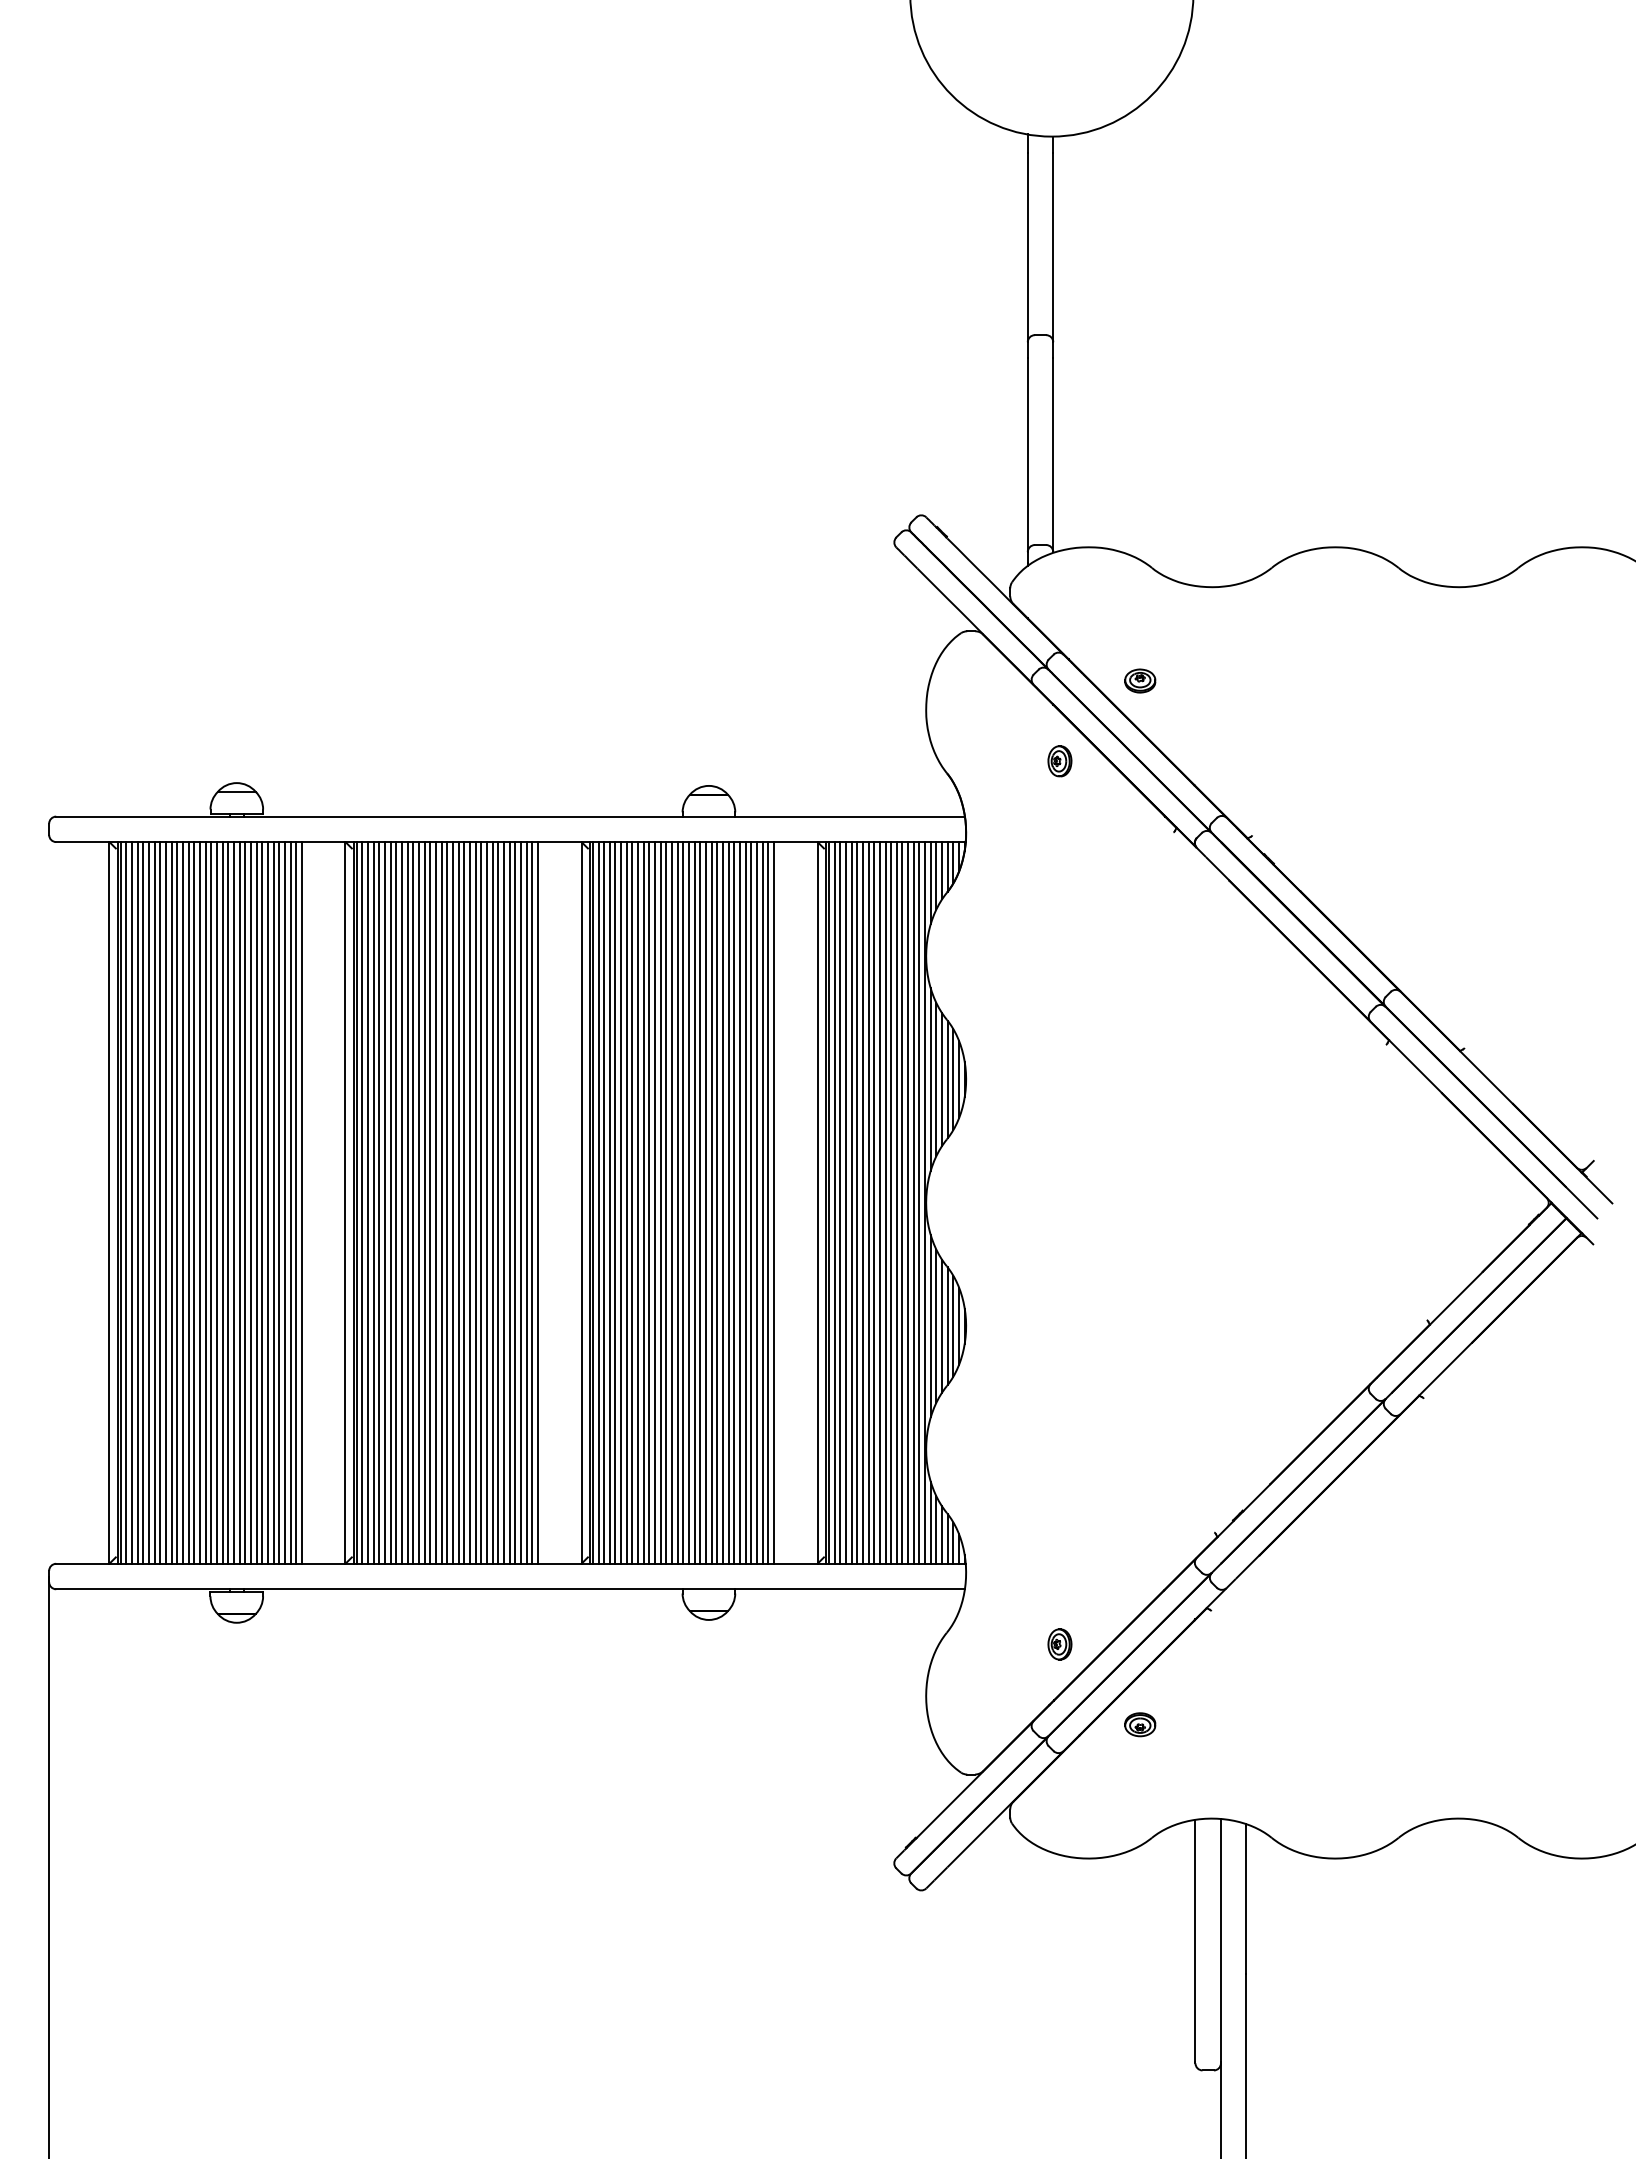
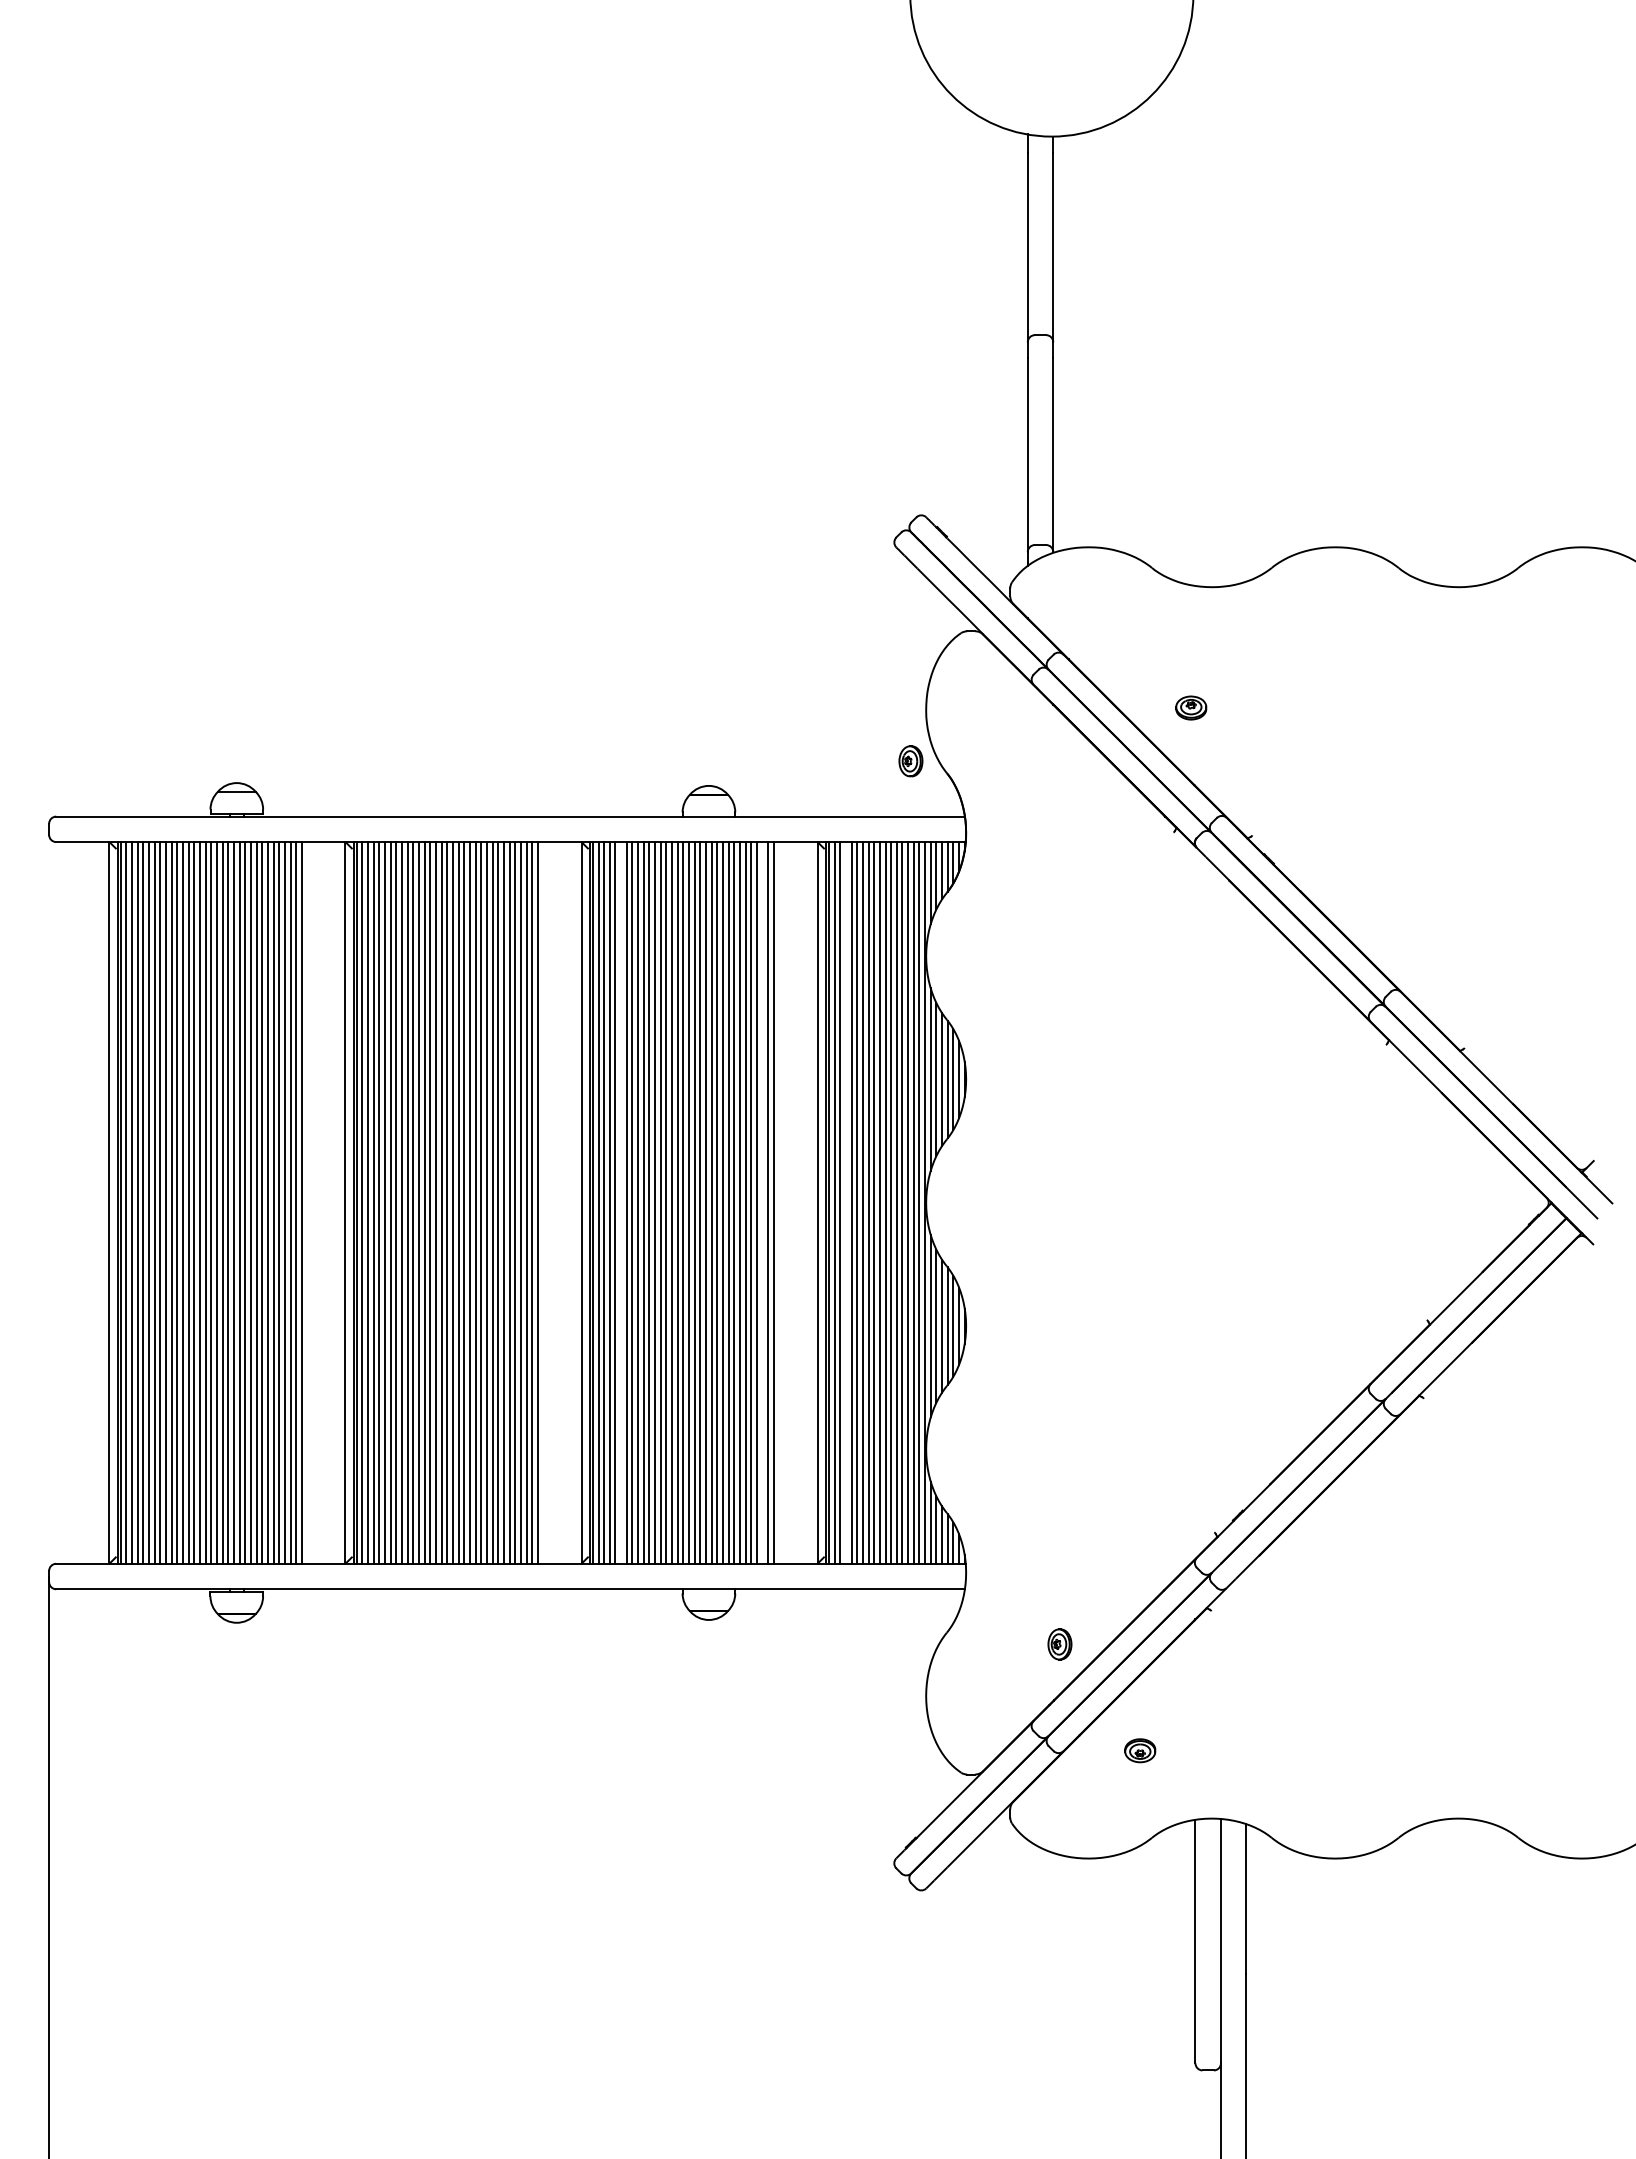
part at (1140, 680) position: (1140, 680) -> (1191, 707)
part at (1059, 761) position: (1059, 761) -> (910, 761)
line at (621, 1202): present -> none
line at (762, 1202): present -> none
line at (845, 1202): present -> none
part at (1140, 1724) position: (1140, 1724) -> (1140, 1750)
